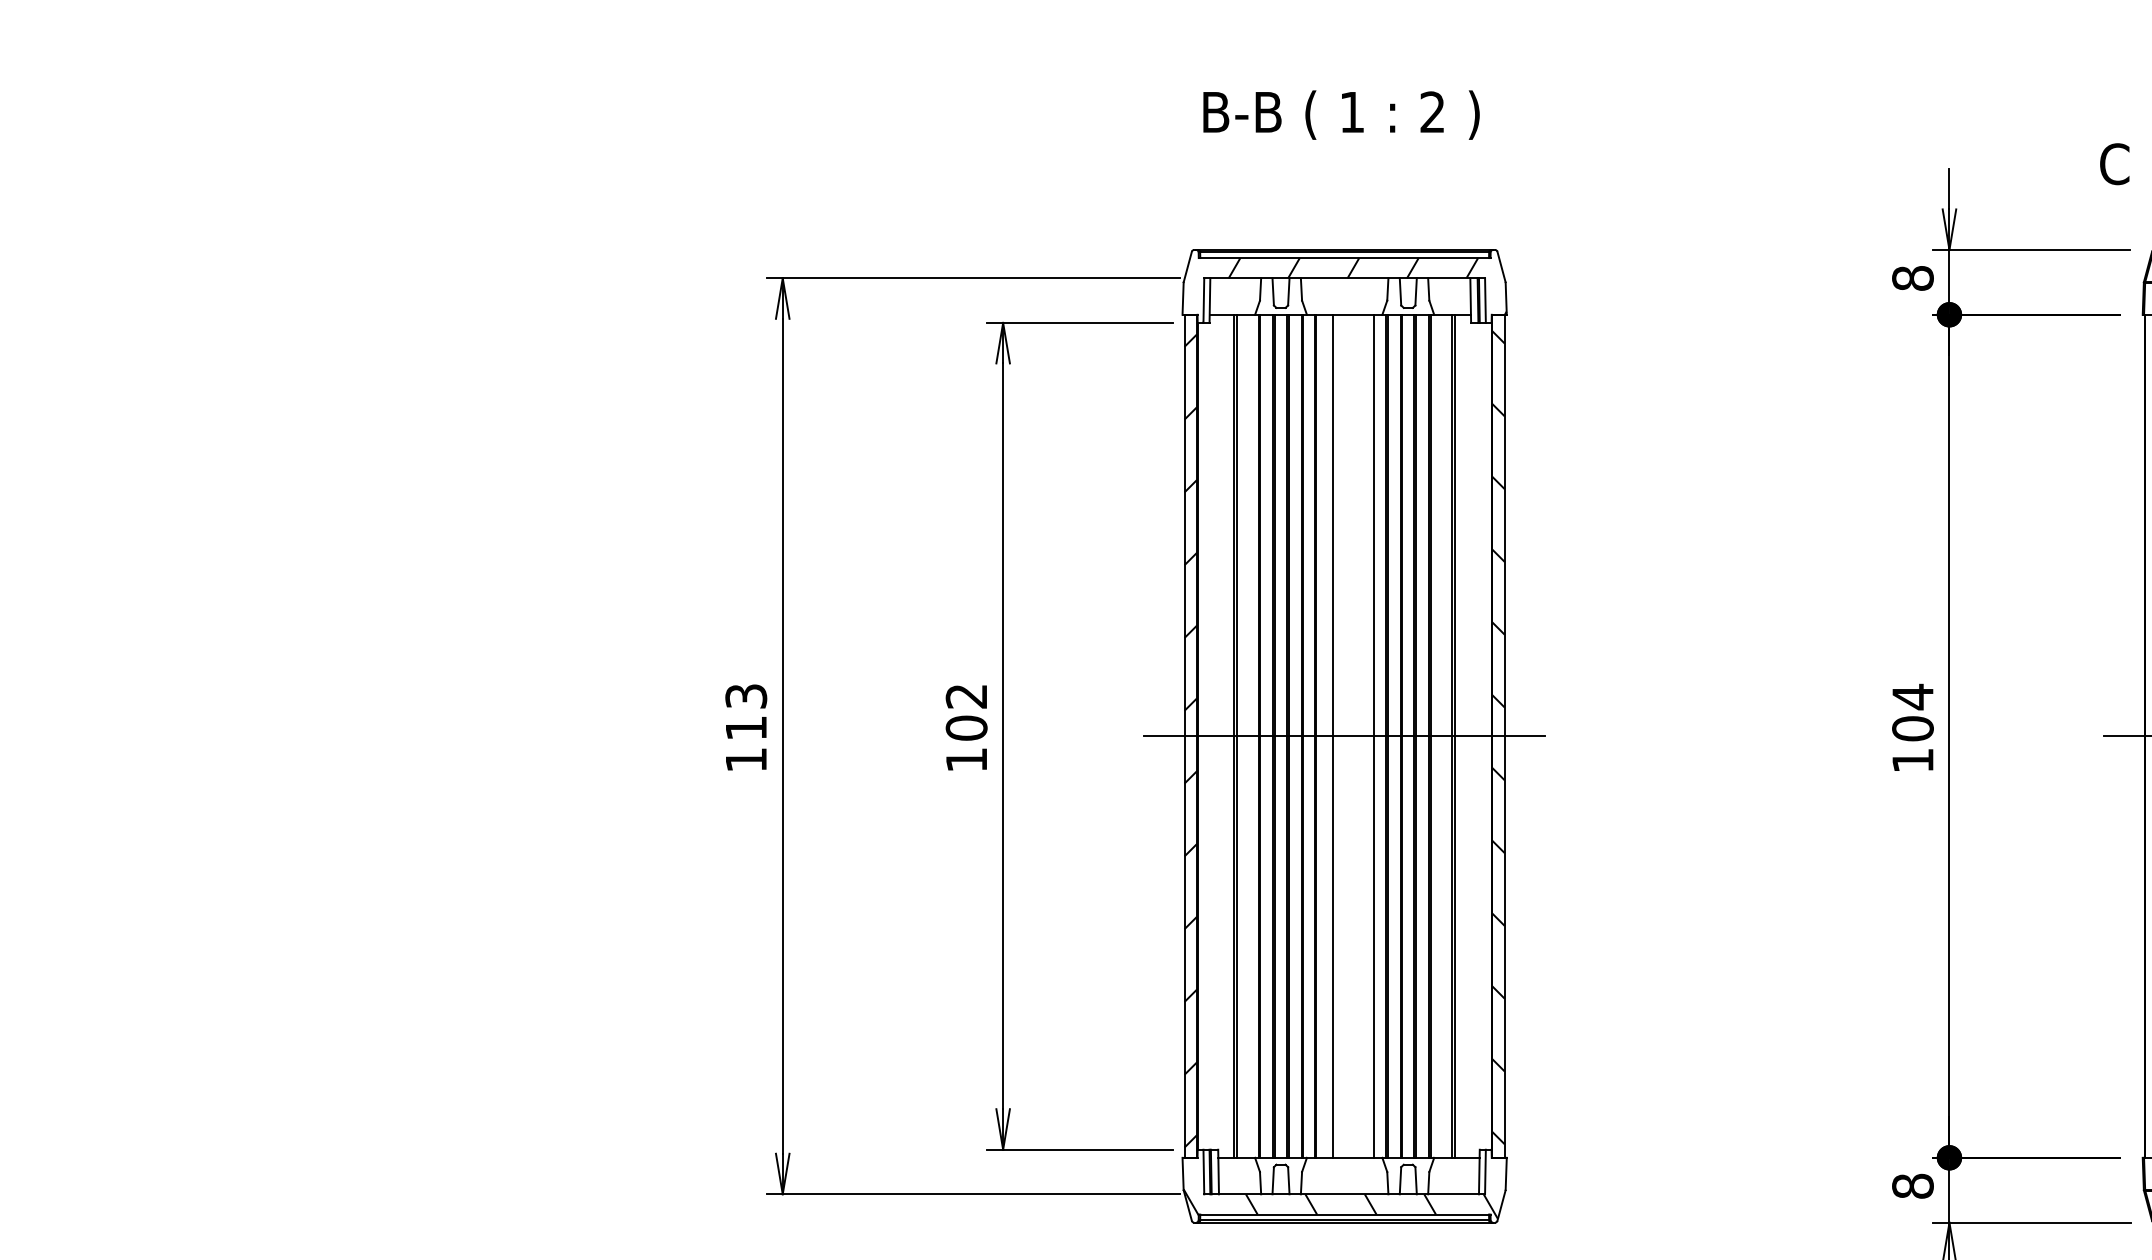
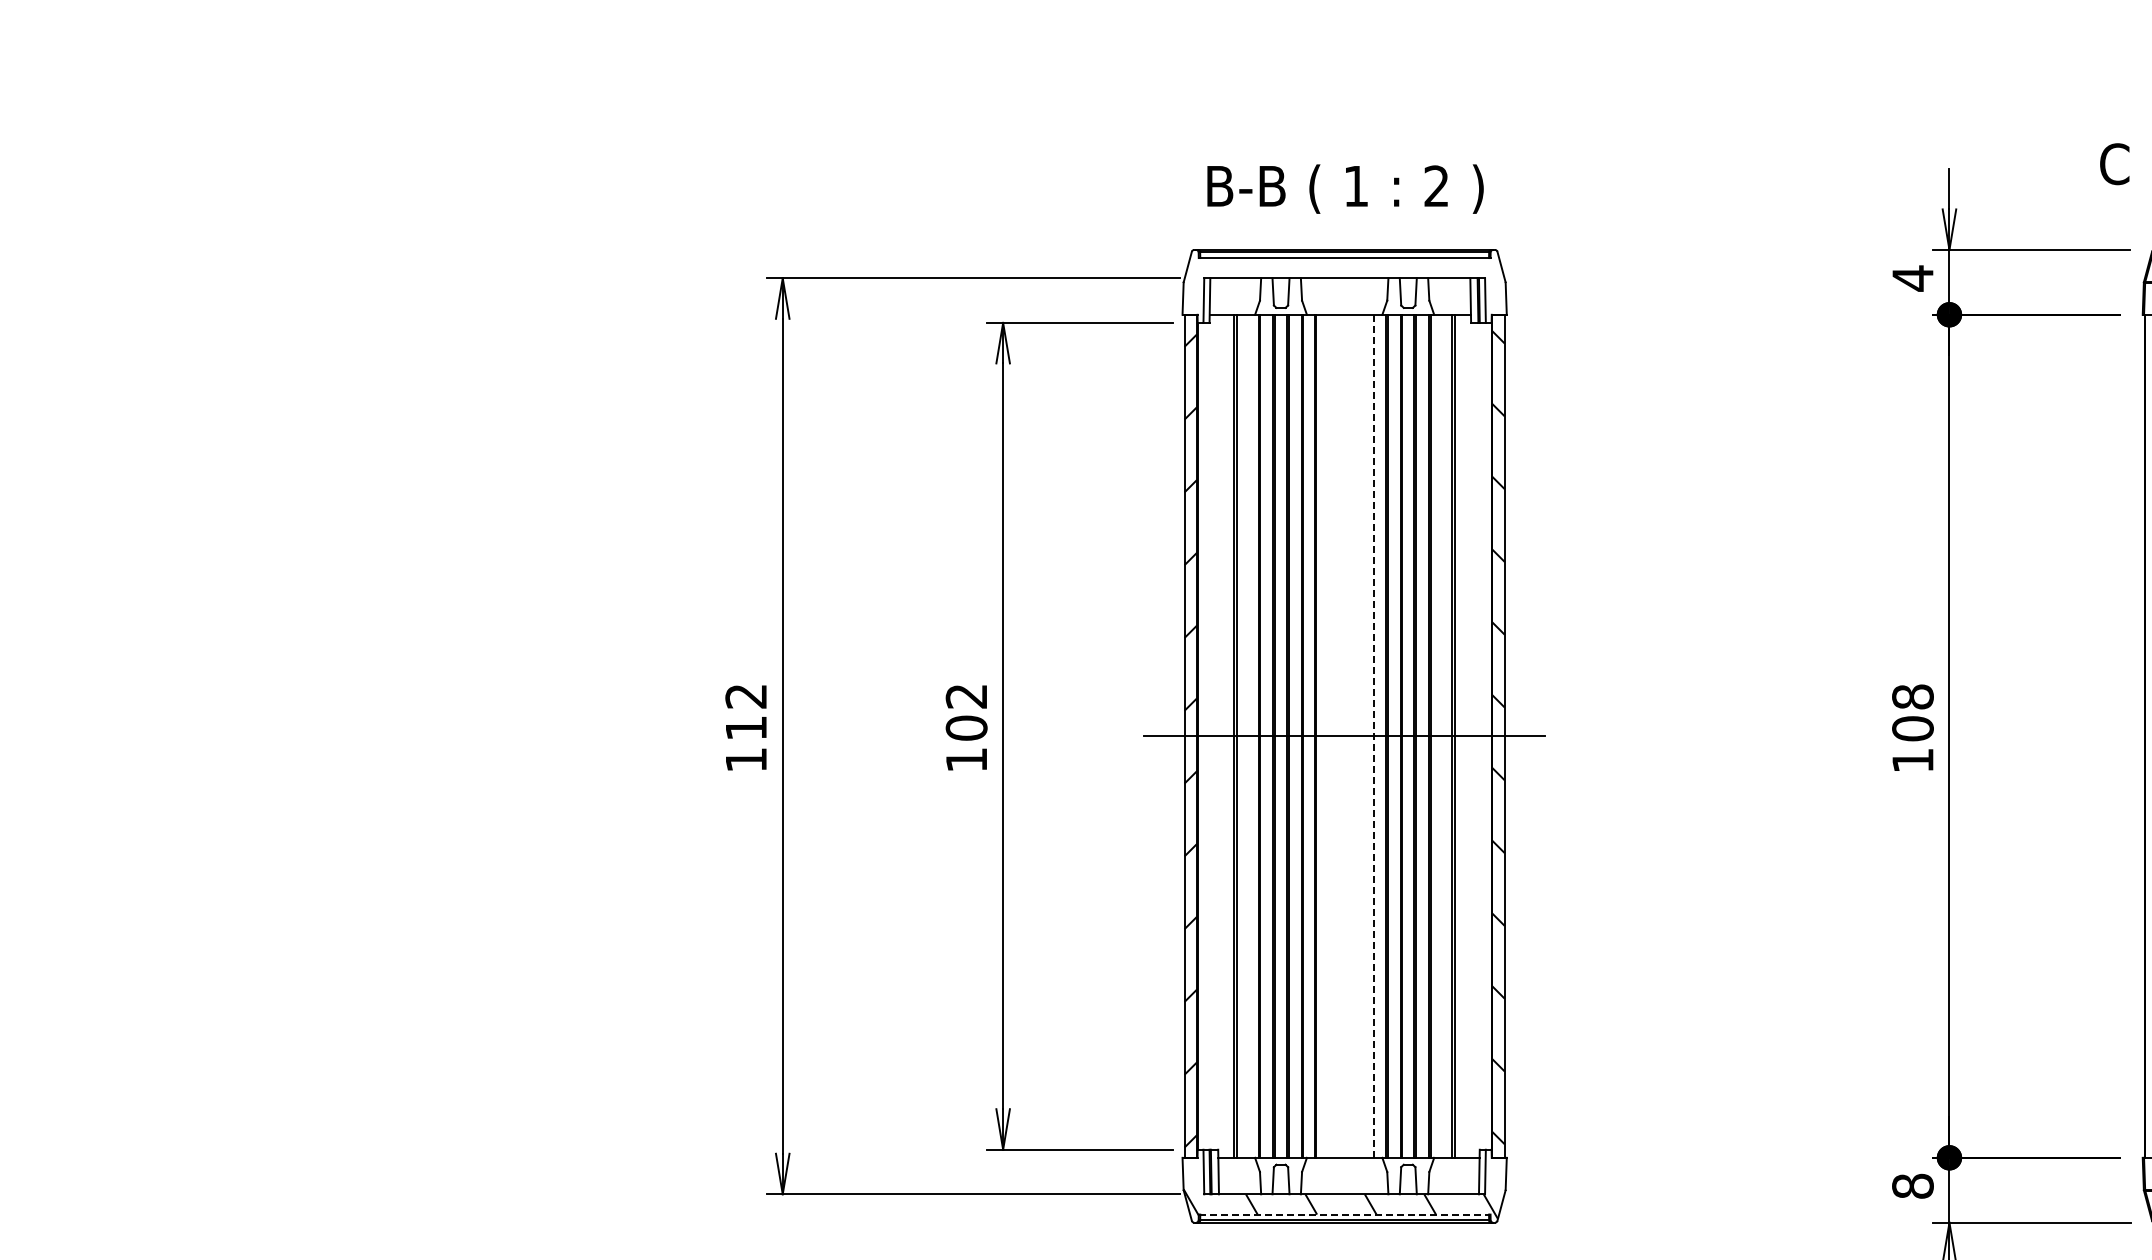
text at (1341, 114) position: (1341, 114) -> (1345, 188)
text at (1912, 278): 8 -> 4
hatch at (1354, 290): present -> none
text at (746, 696): 113 -> 112
text at (1912, 696): 104 -> 108
line at (1332, 735): present -> none
line at (1374, 736): solid -> dashed
line at (2126, 736): present -> none
line at (1344, 1214): solid -> dashed
